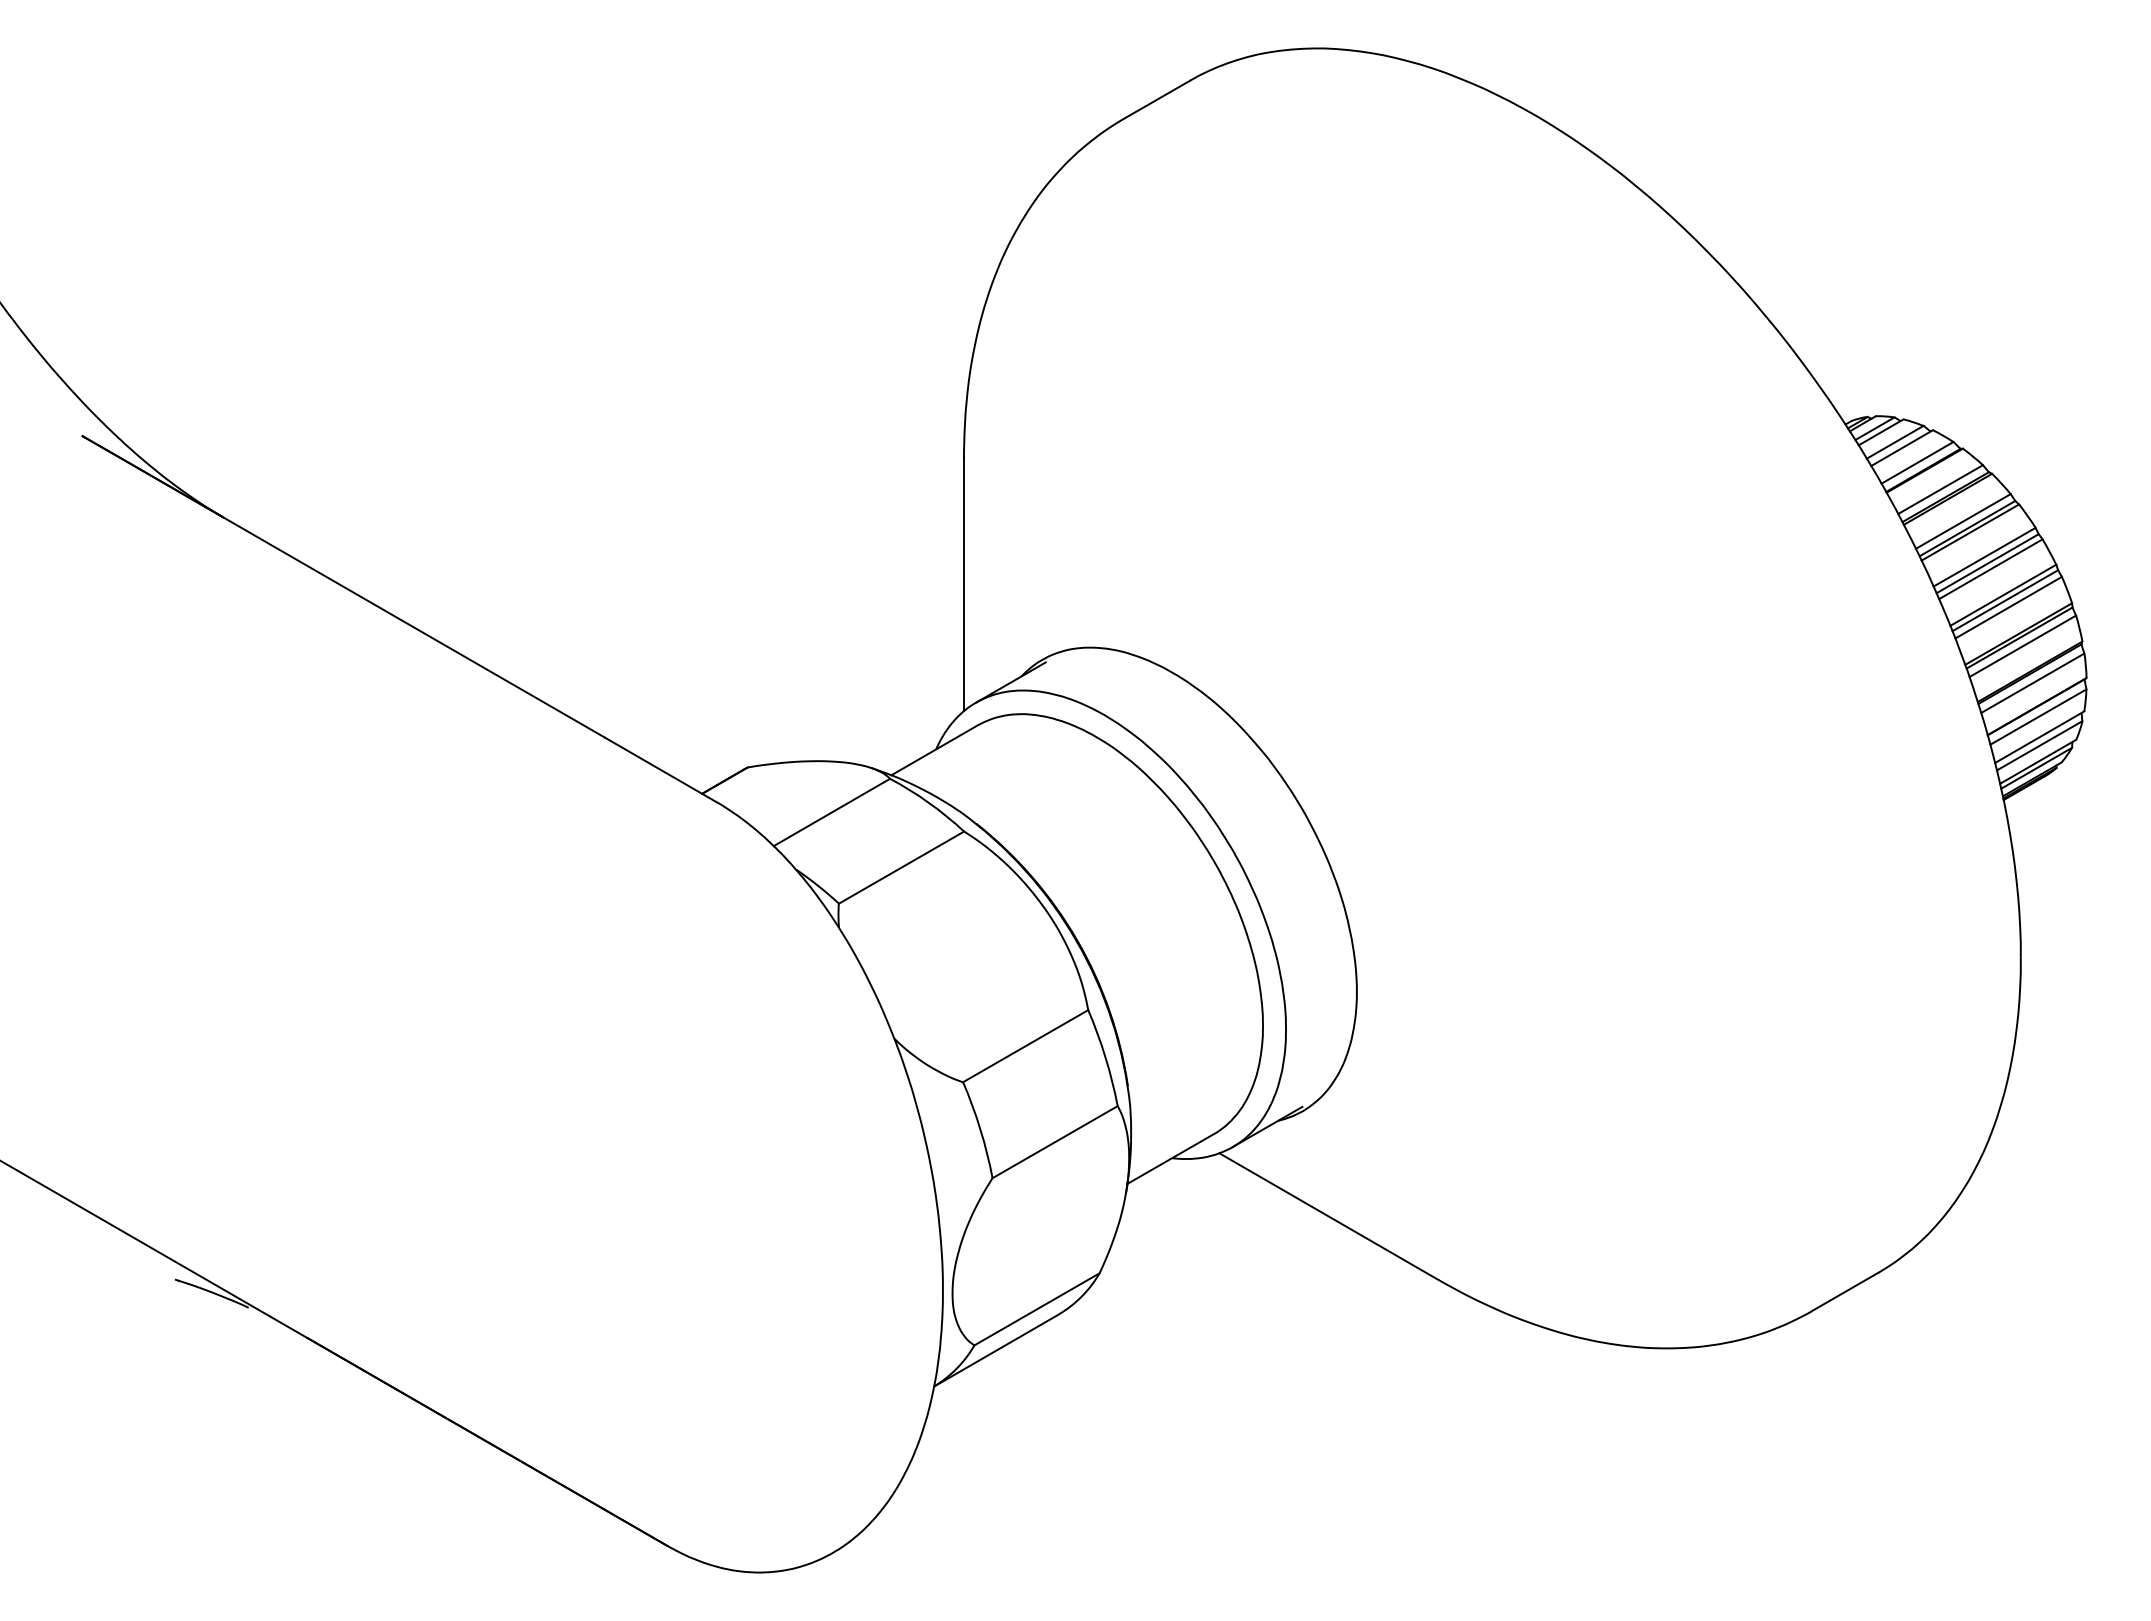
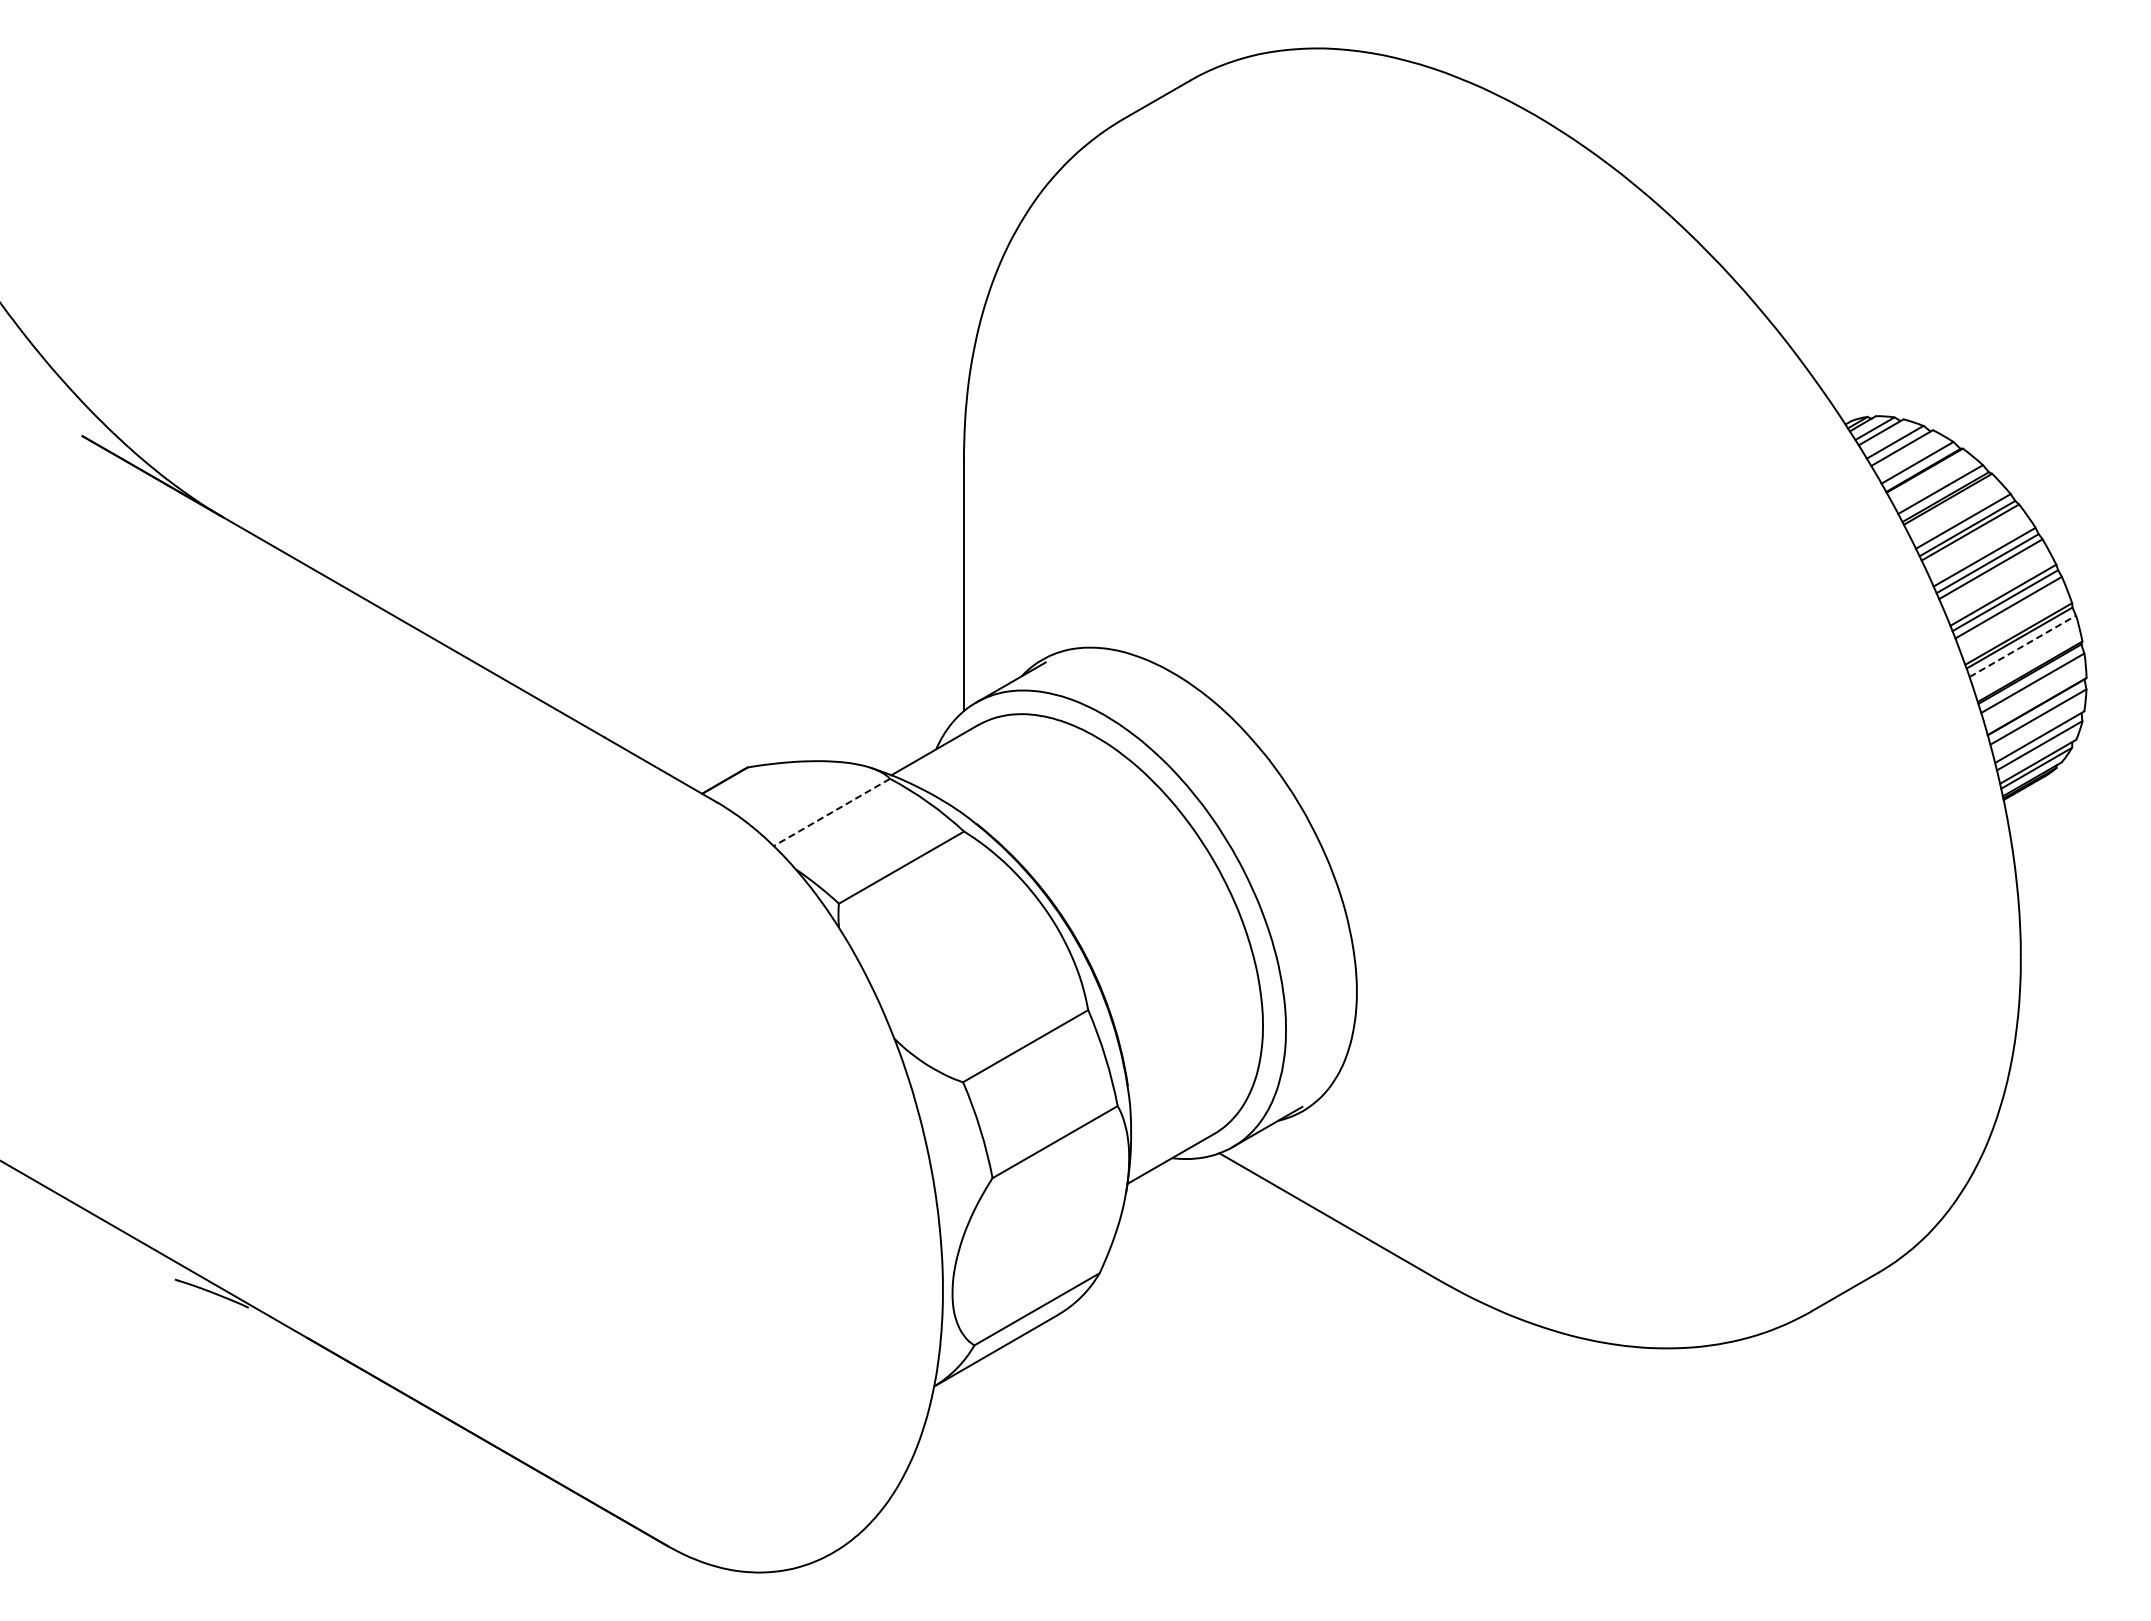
line at (2023, 646): solid -> dashed
line at (831, 812): solid -> dashed
